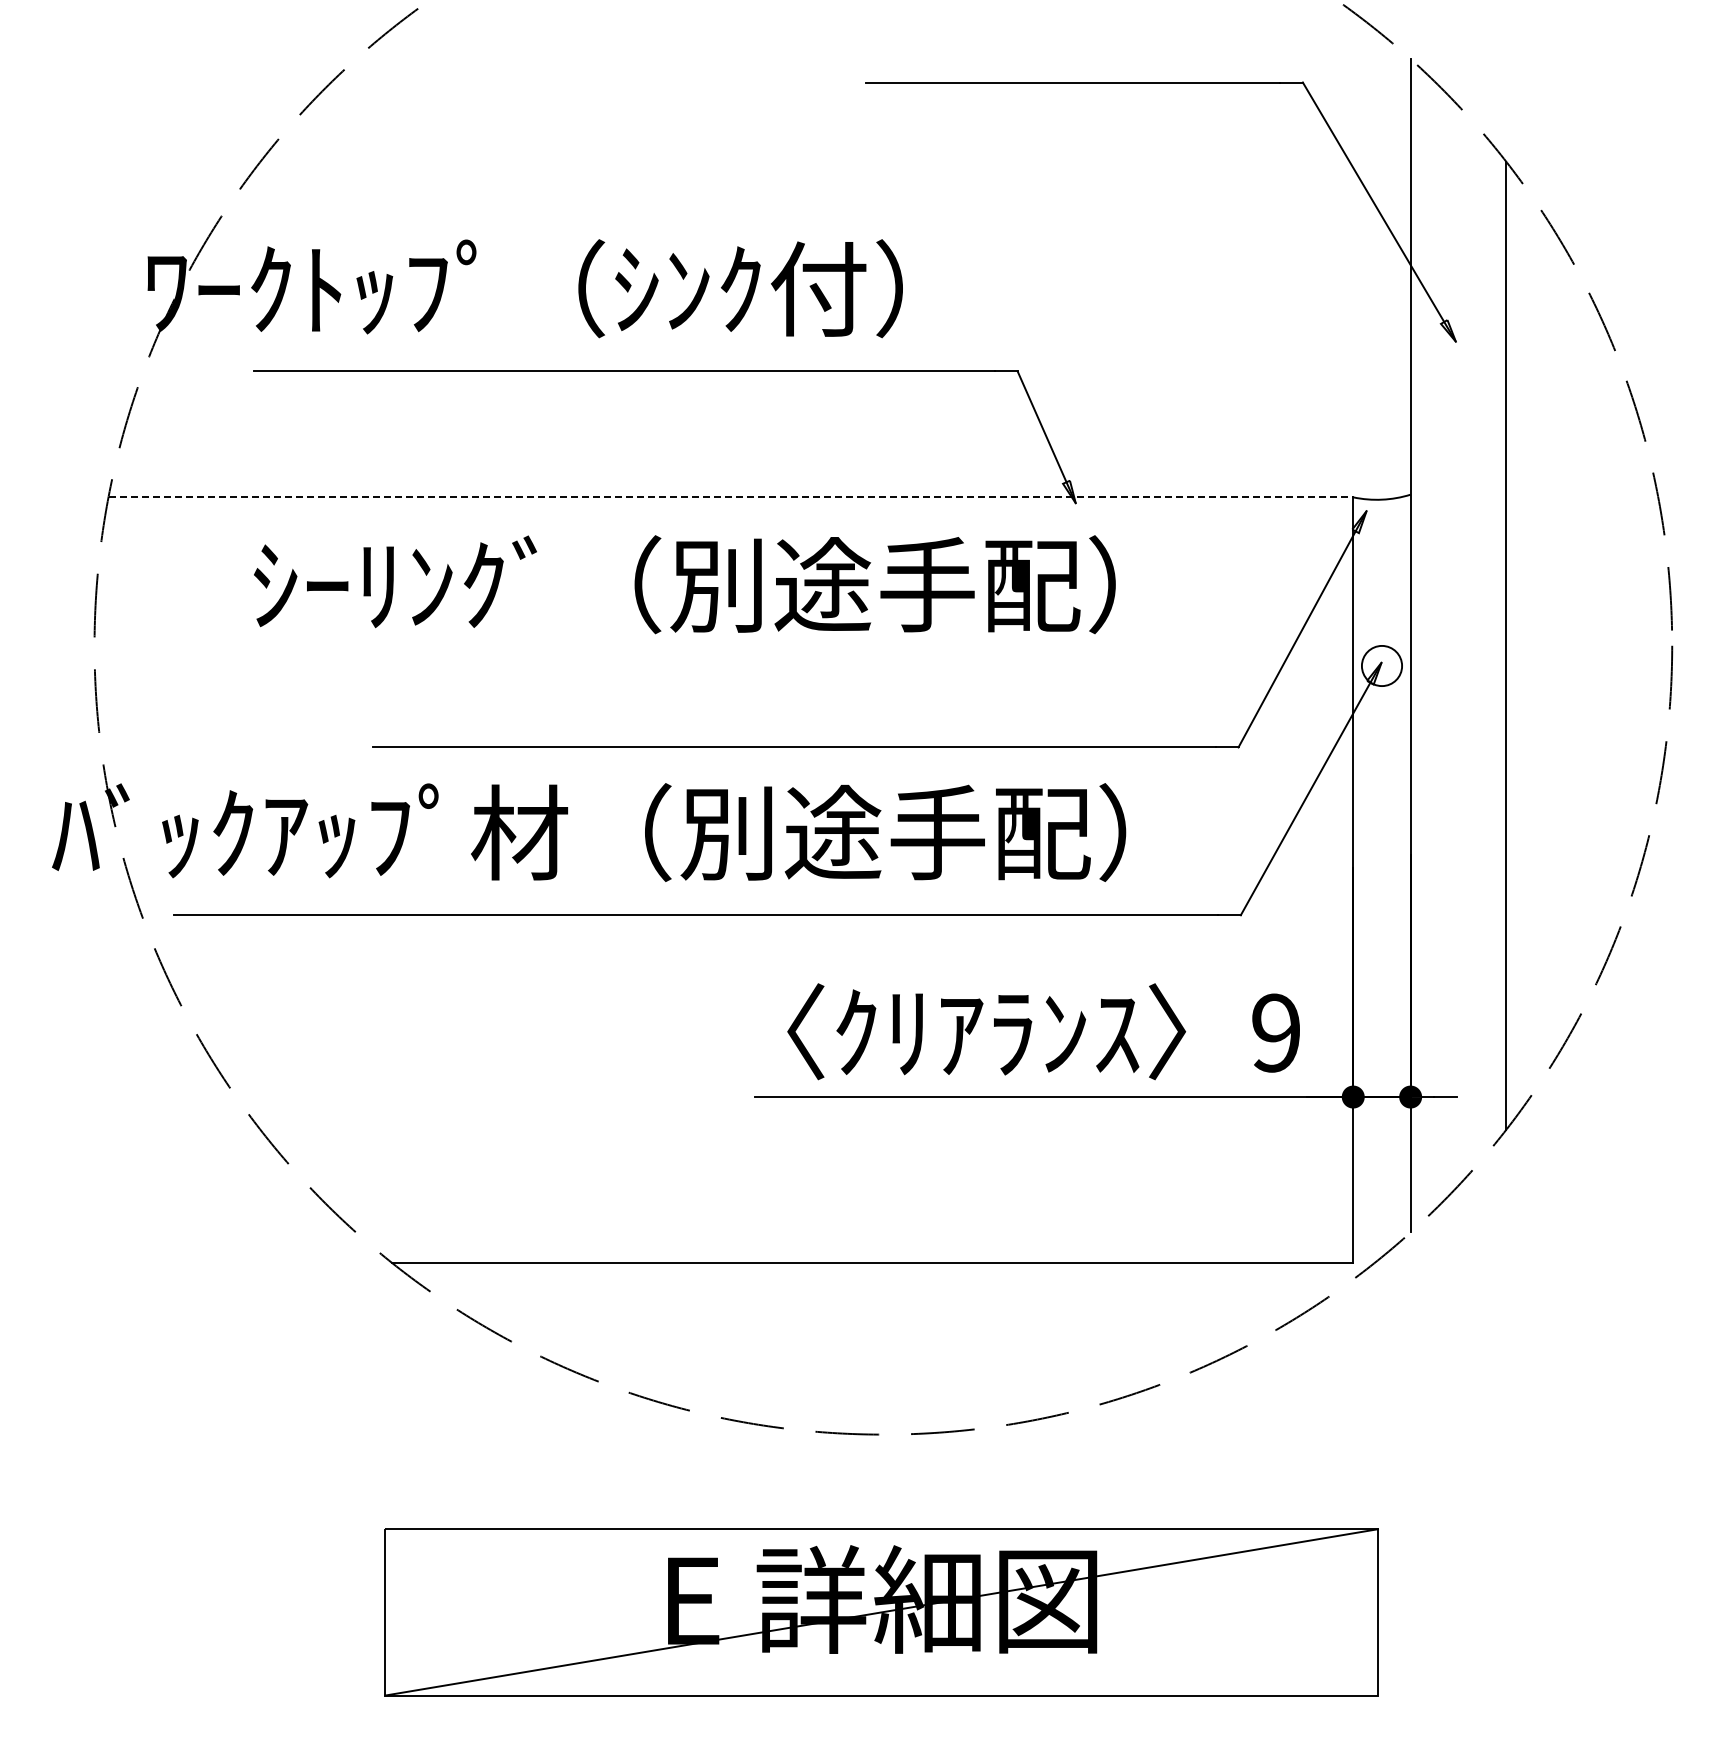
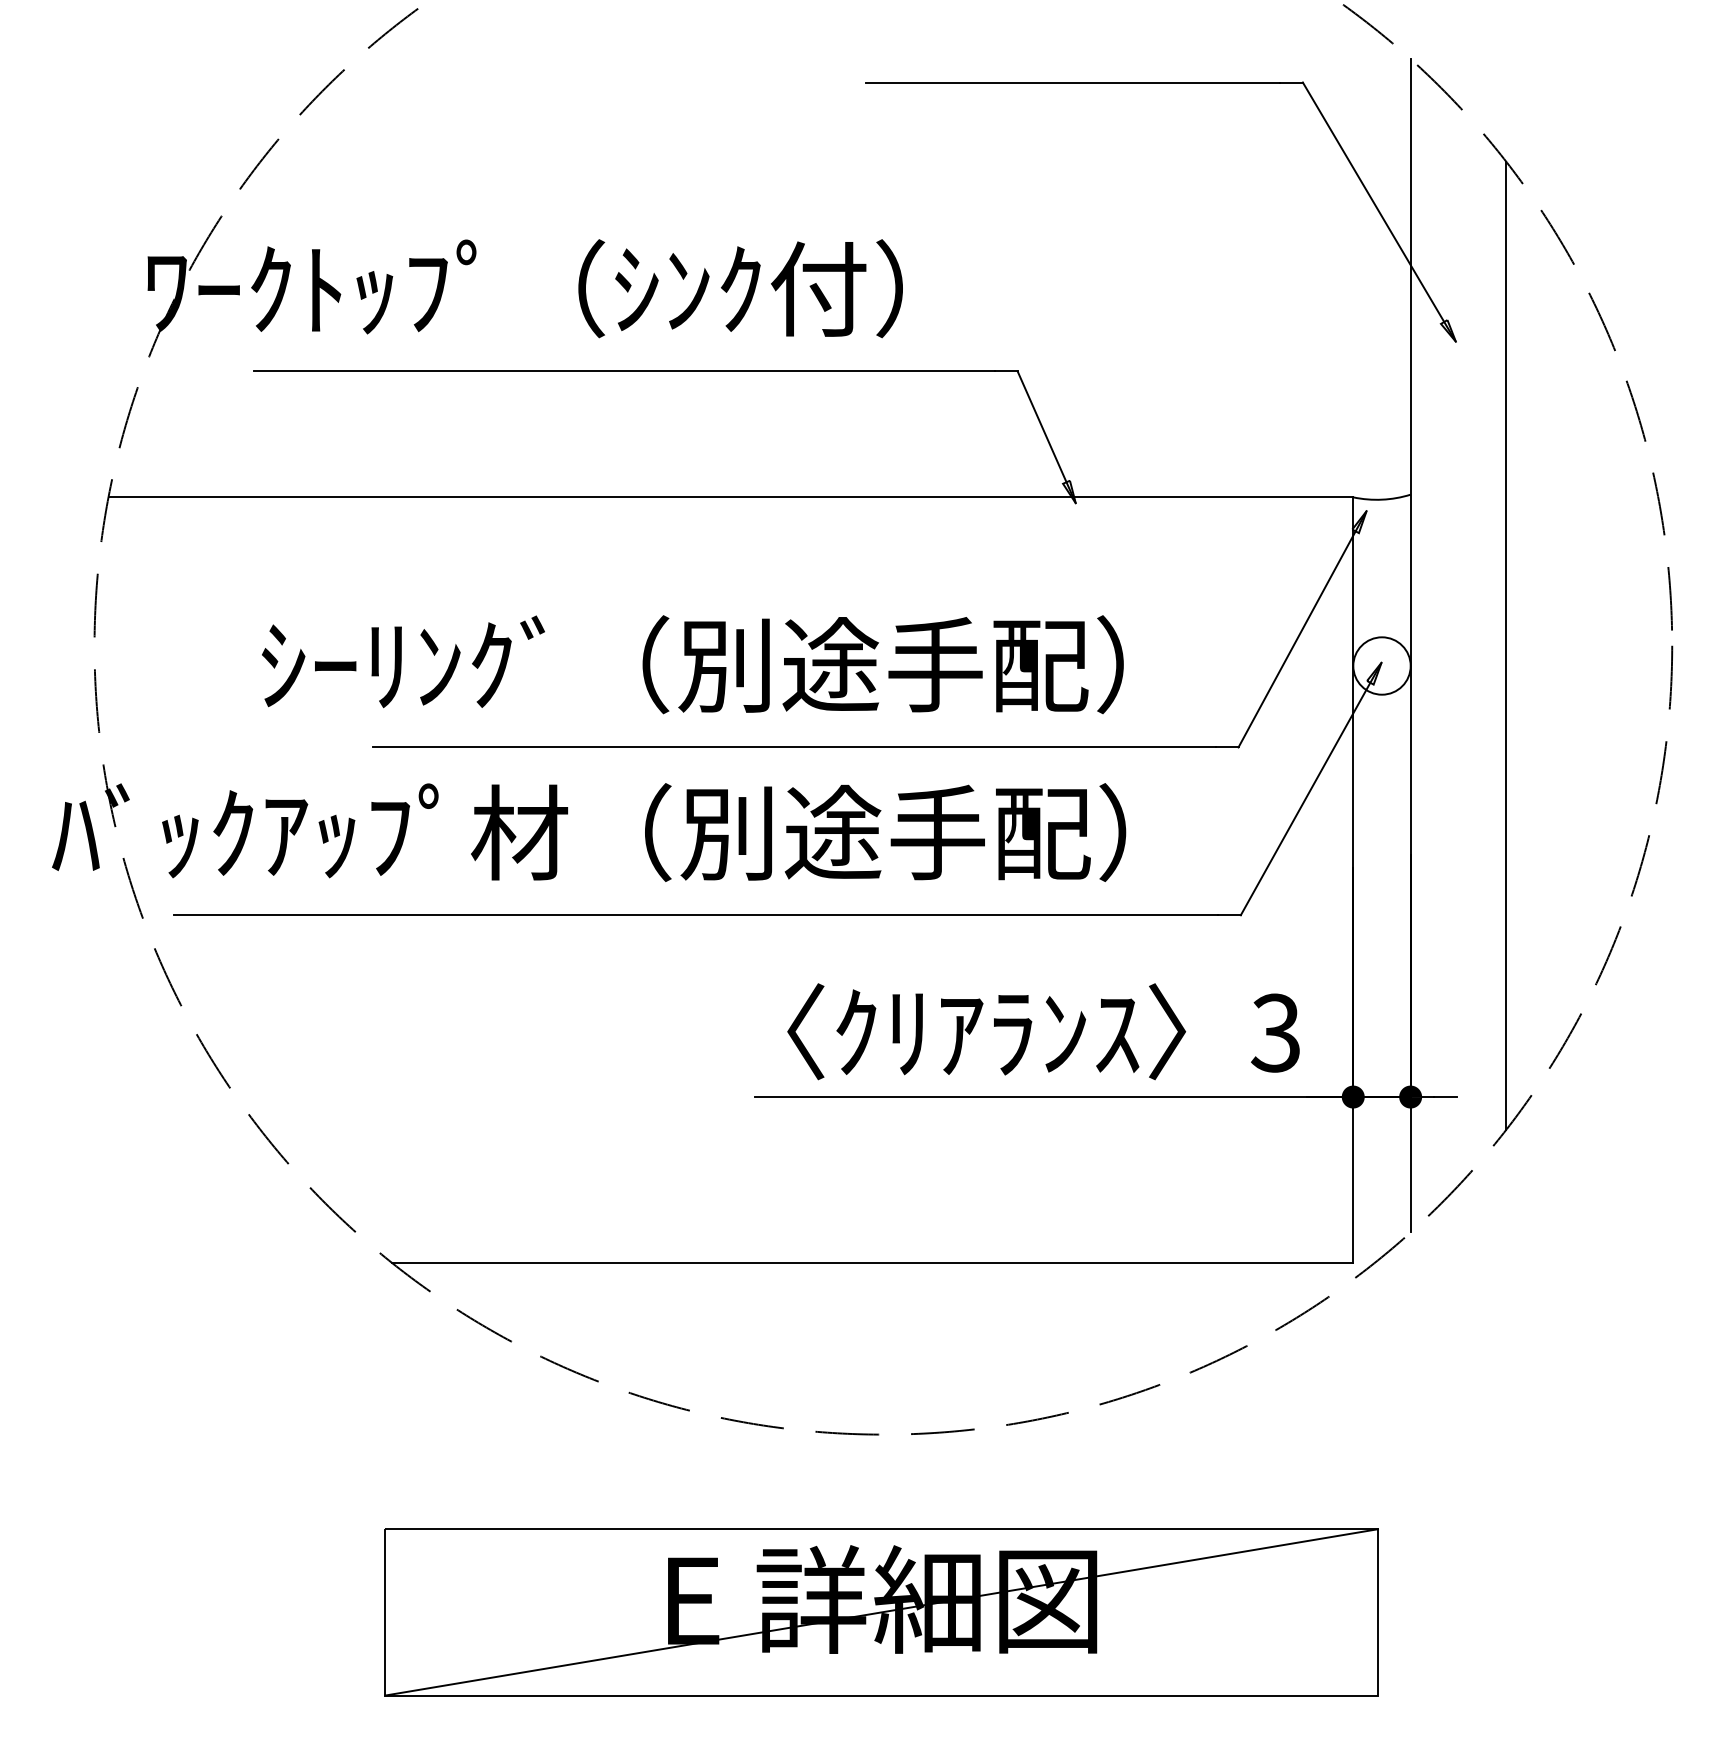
line at (731, 497): dashed -> solid
text at (684, 584) position: (684, 584) -> (692, 664)
circle at (1381, 665) diameter: 40 px -> 57 px
text at (1275, 1032): 9 -> 3
